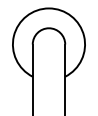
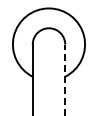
line at (65, 79): solid -> dashed
